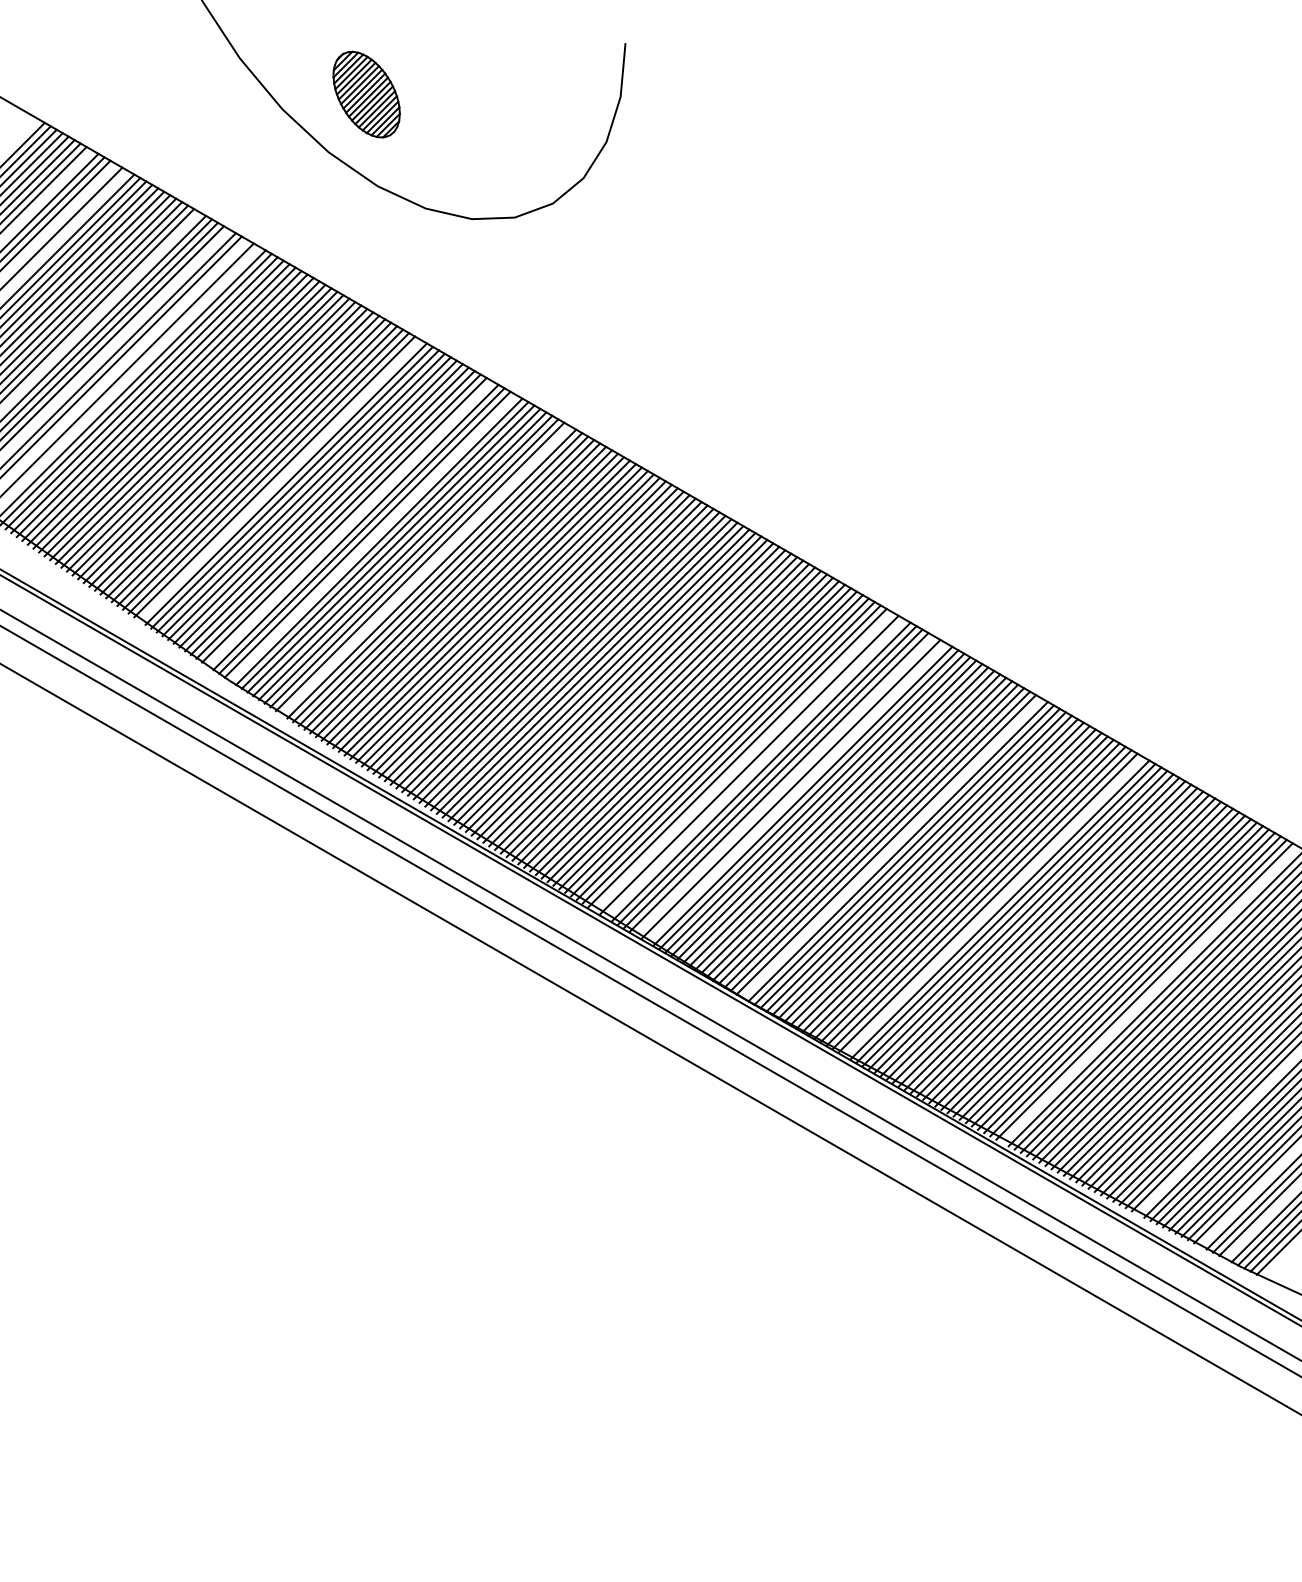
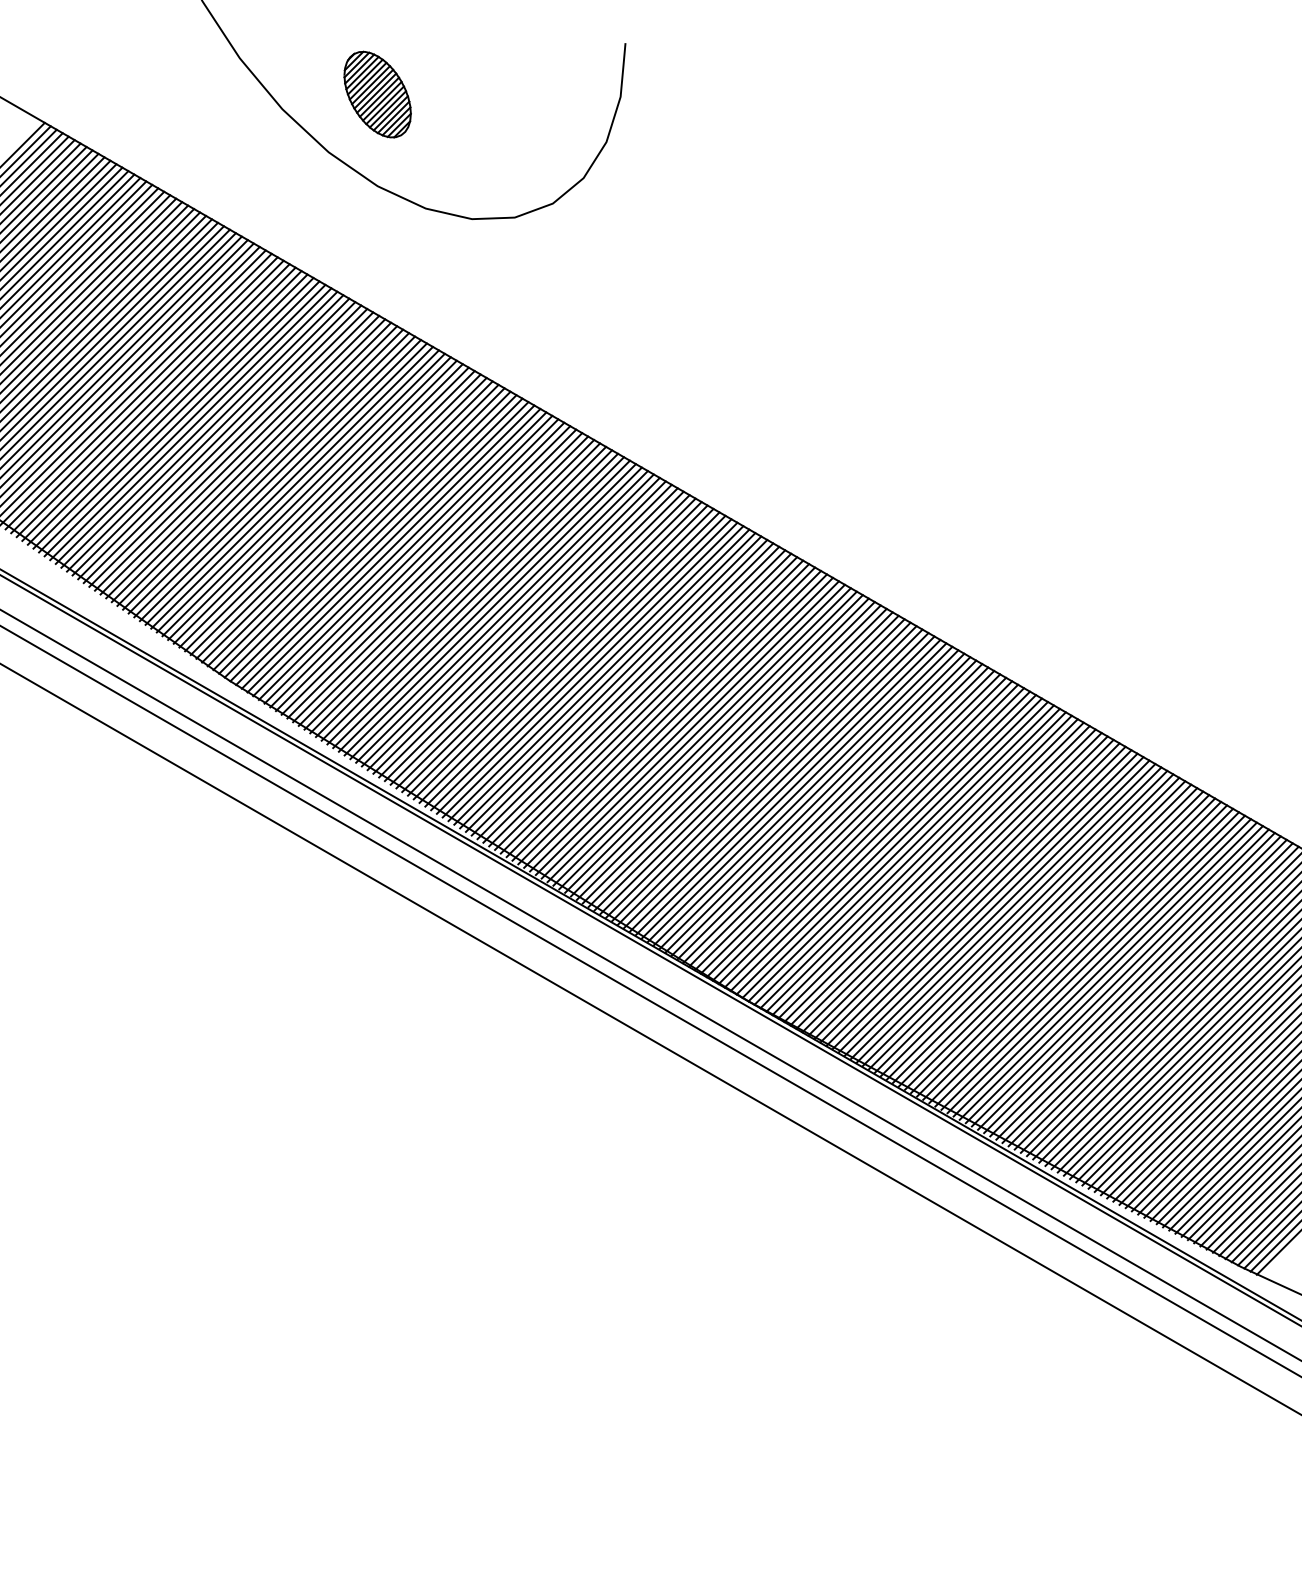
part at (366, 94) position: (366, 94) -> (377, 94)
line at (47, 195): none -> present
line at (59, 221): none -> present
line at (65, 234): none -> present
line at (101, 311): none -> present
line at (115, 343): none -> present
line at (124, 362): none -> present
line at (130, 375): none -> present
line at (280, 480): none -> present
line at (349, 523): none -> present
line at (373, 538): none -> present
line at (425, 570): none -> present
line at (743, 761): none -> present
line at (755, 768): none -> present
line at (784, 785): none -> present
line at (796, 792): none -> present
line at (891, 847): none -> present
line at (993, 906): none -> present
line at (1150, 994): none -> present
line at (1218, 1134): none -> present
line at (1249, 1197): none -> present
line at (1261, 1222): none -> present
